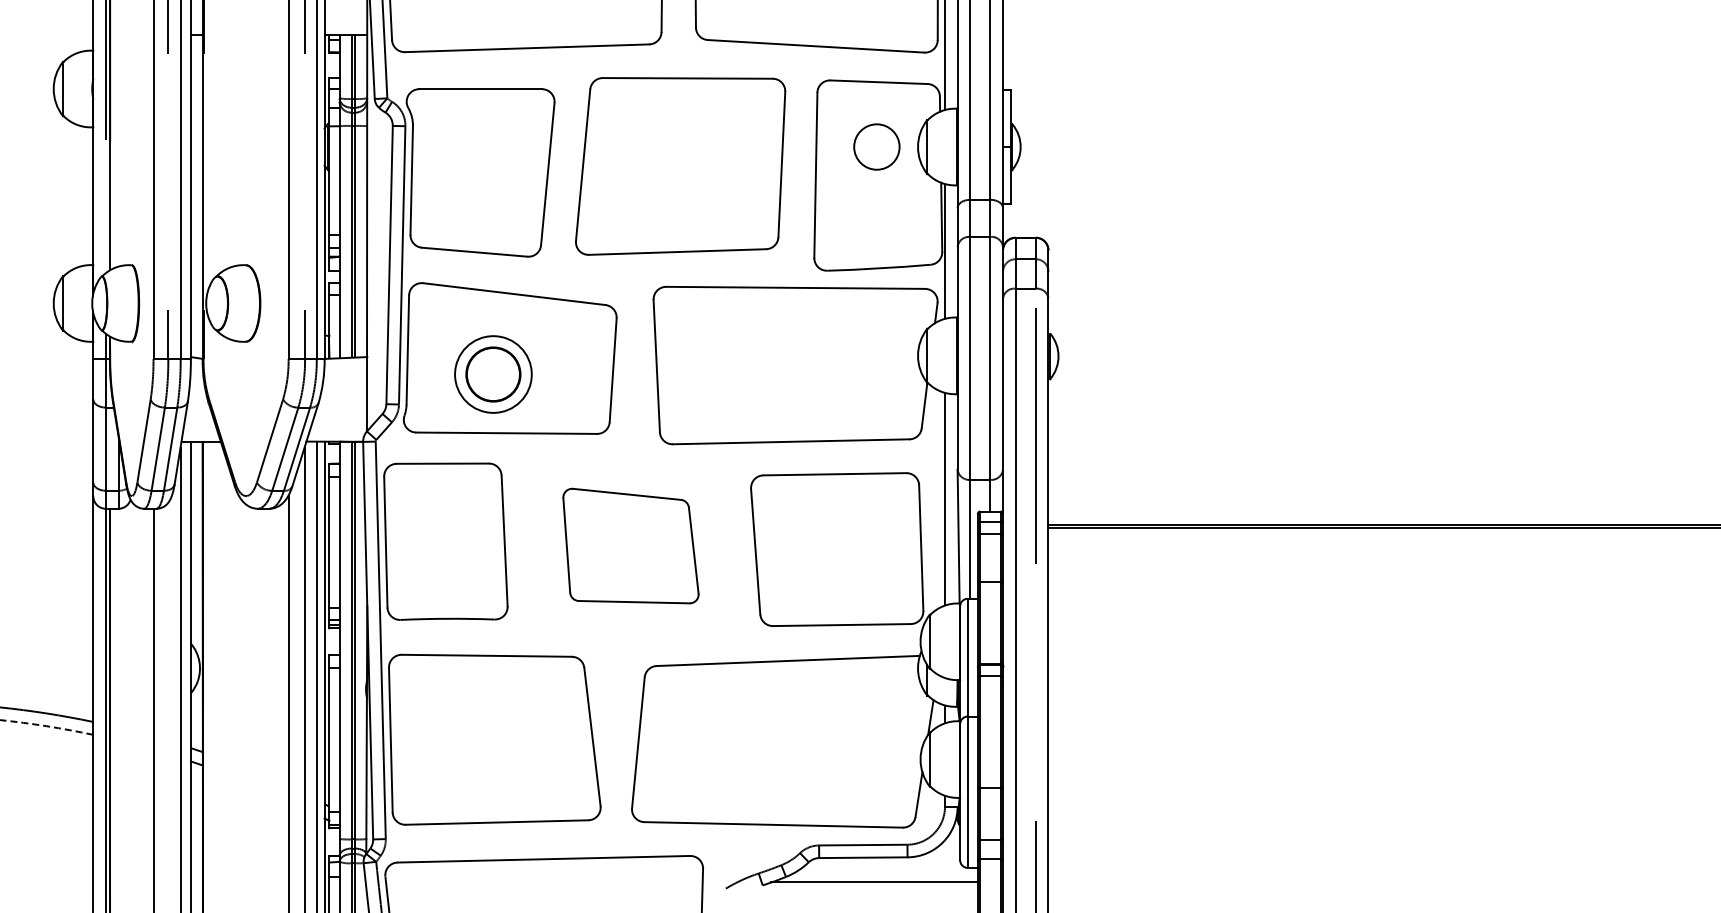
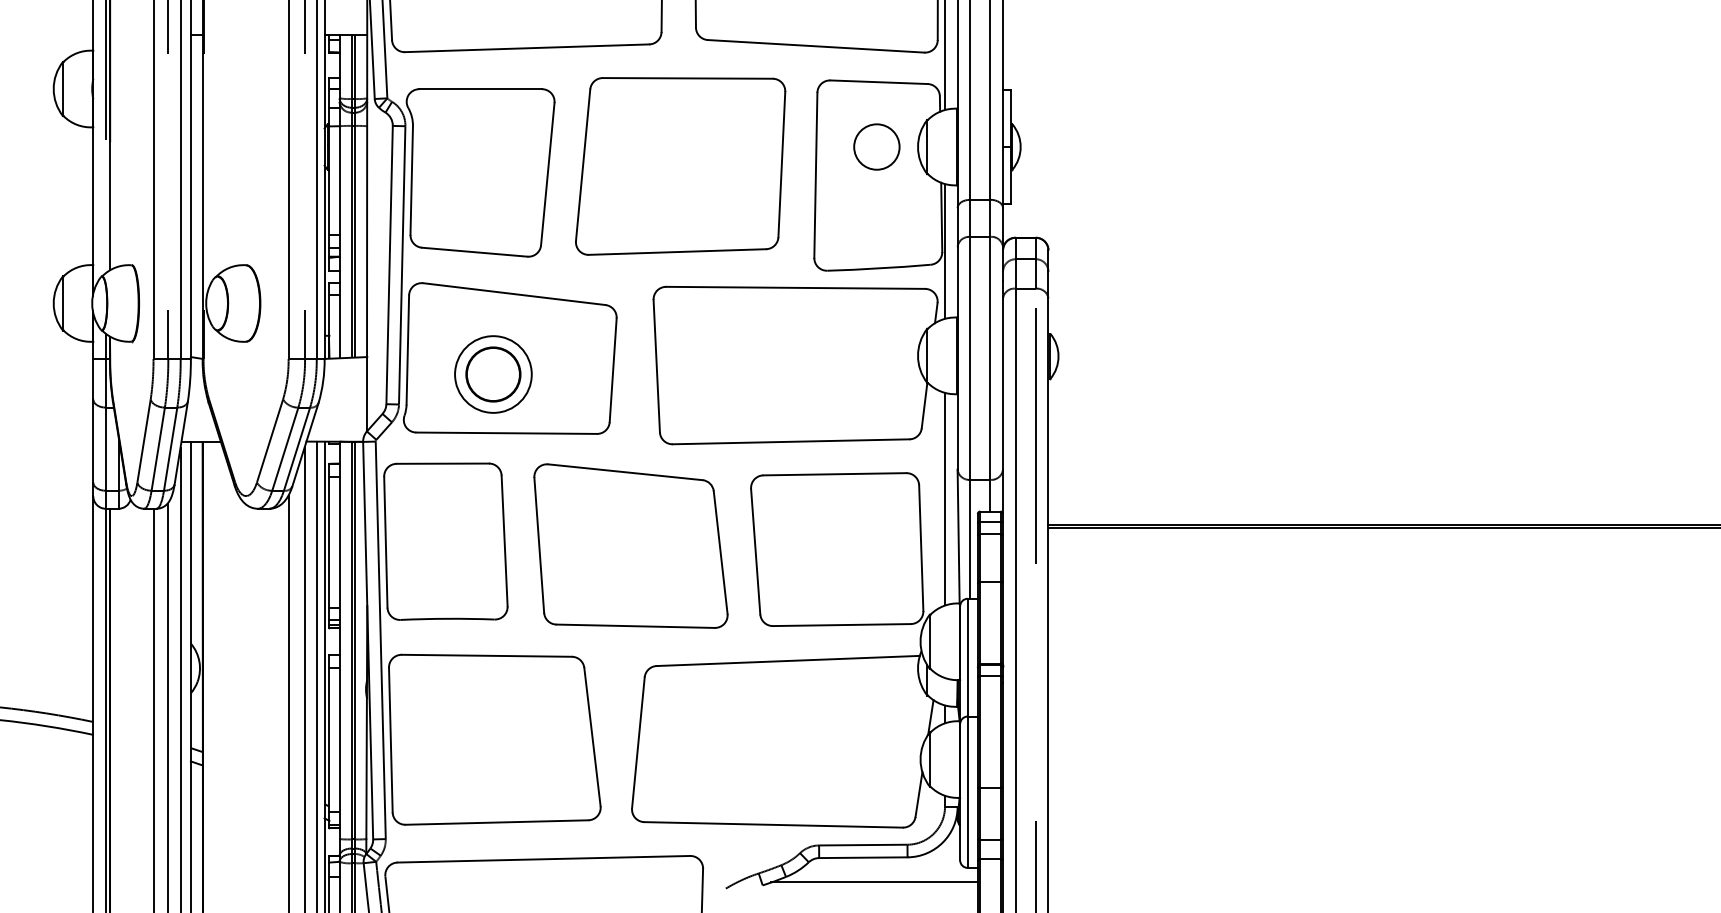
part at (630, 545) size: 138x118 px -> 196x166 px
line at (168, 705): none -> present
arc at (46, 726): dashed -> solid
